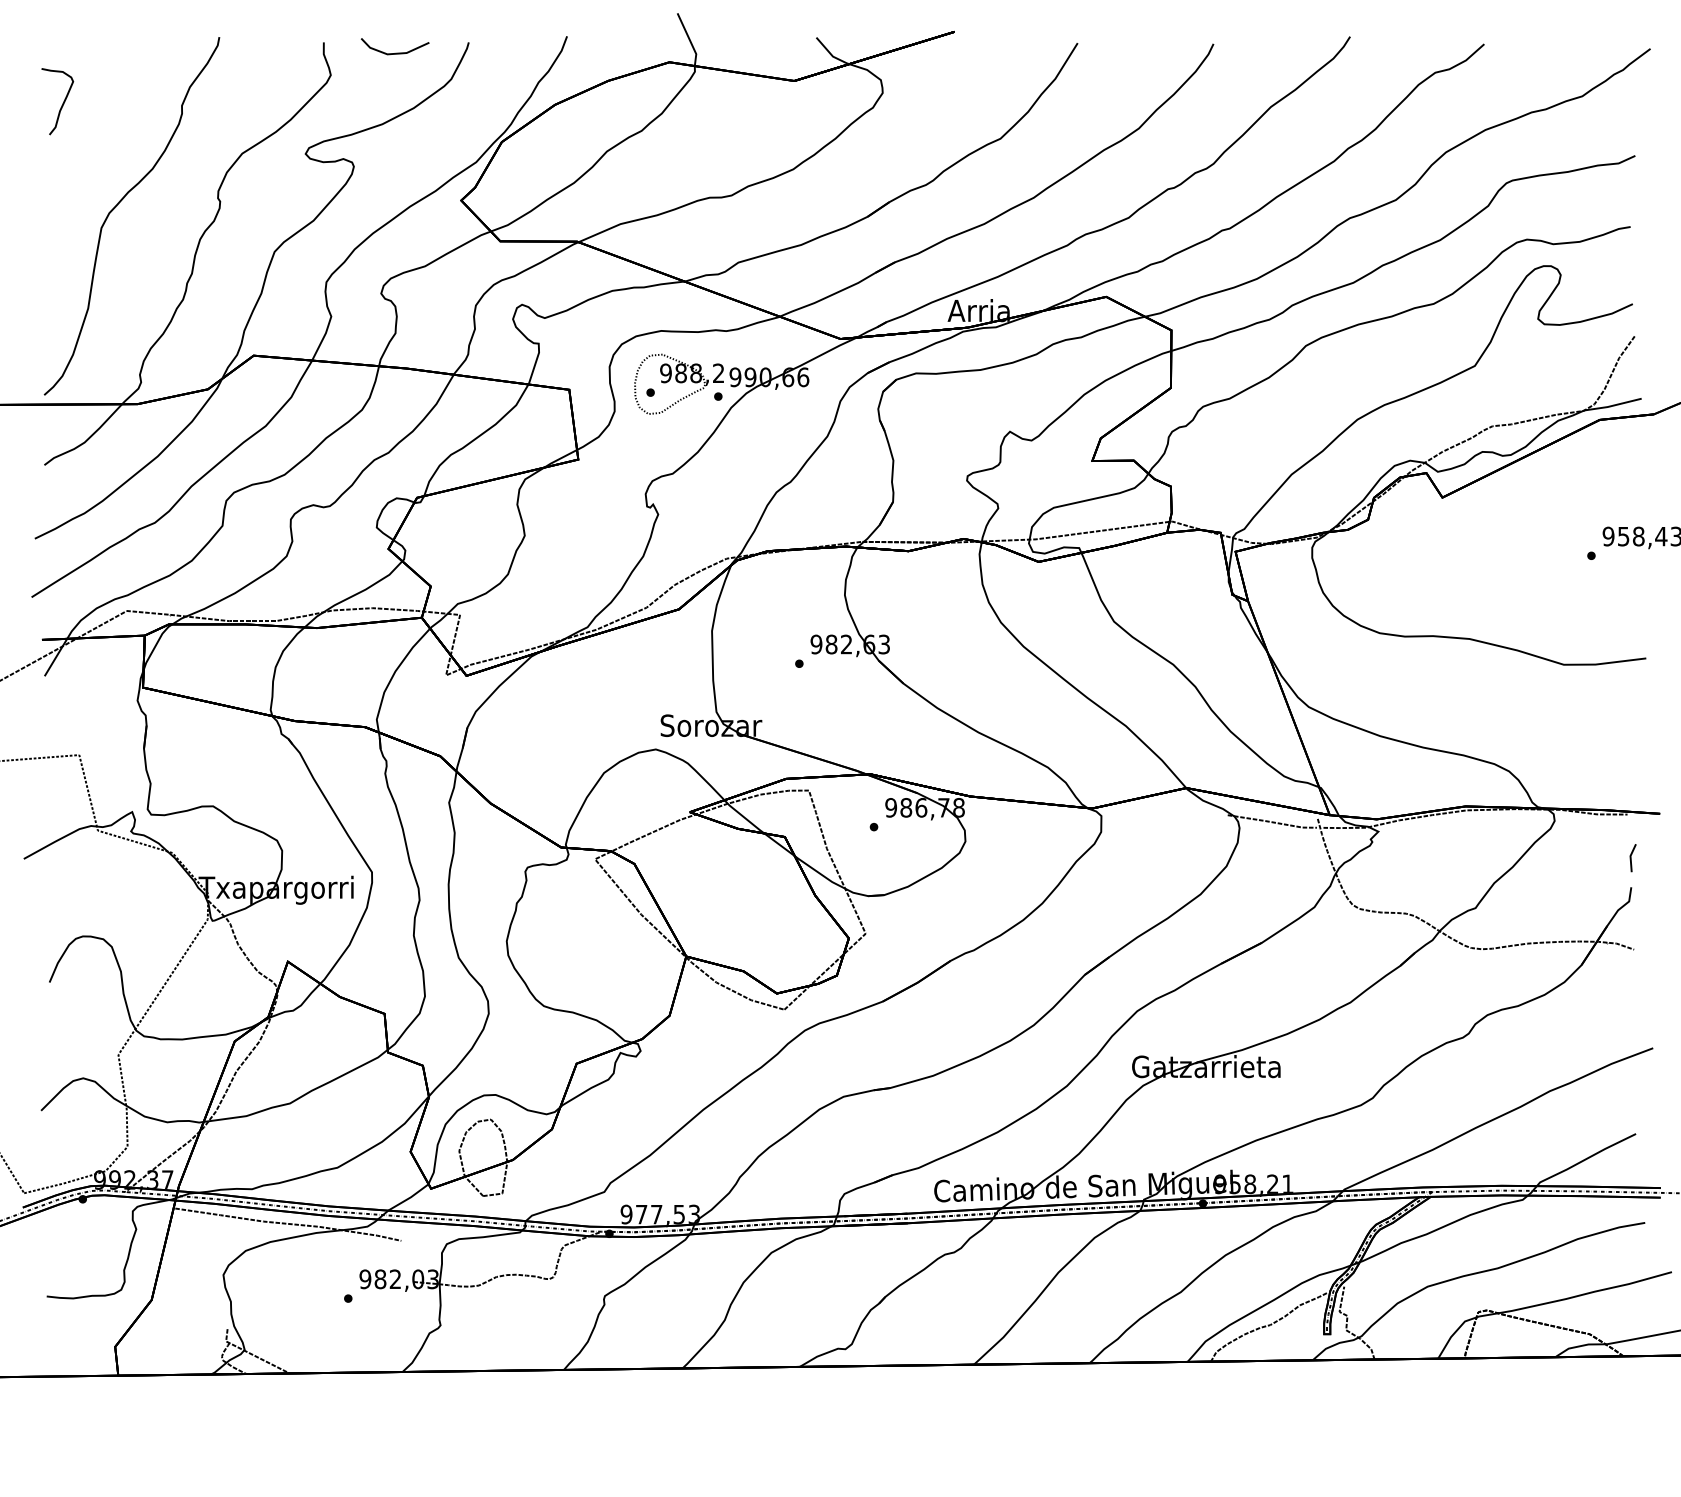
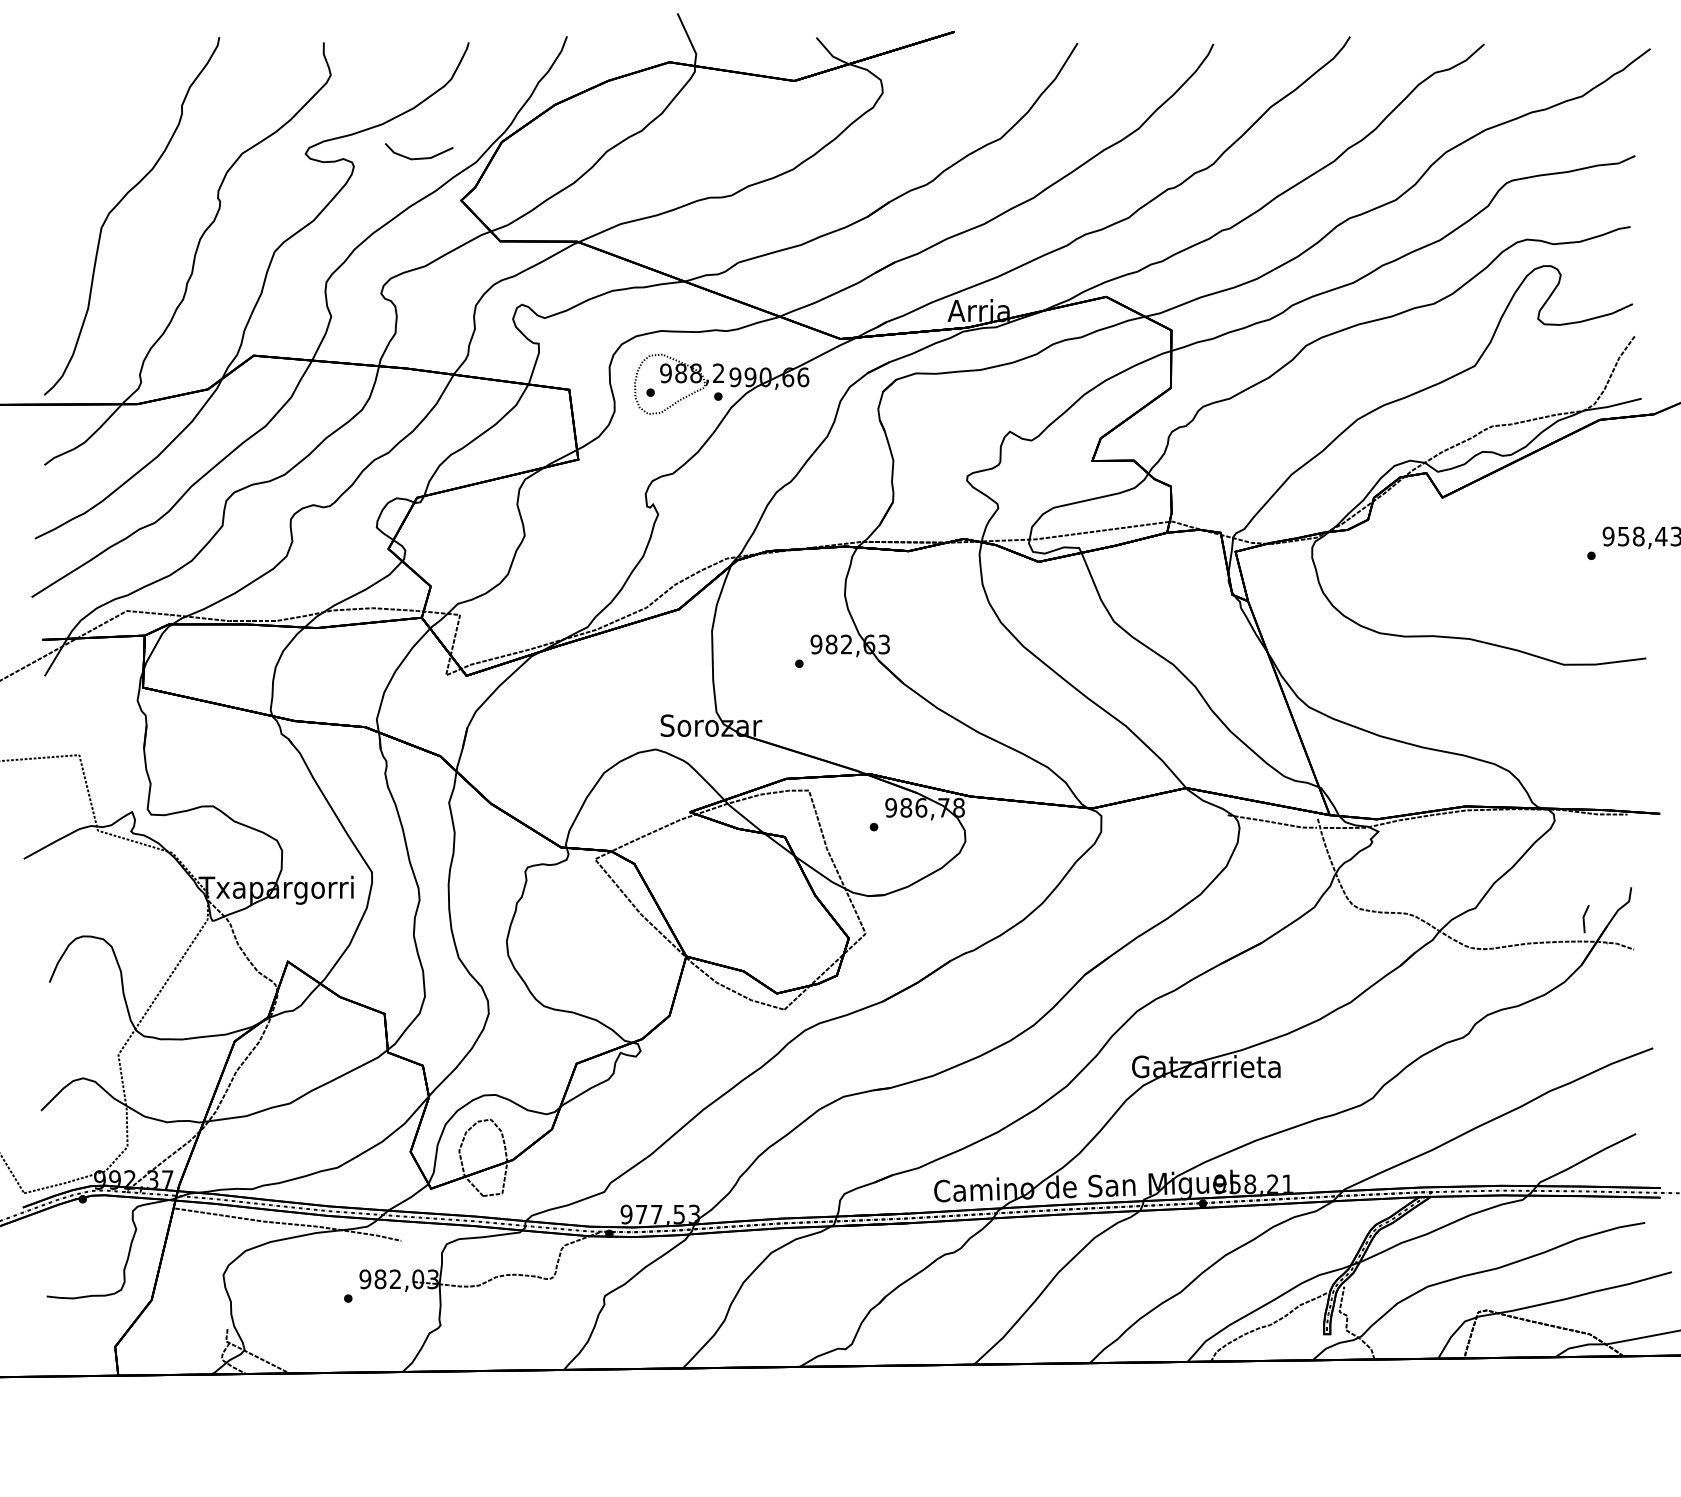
line at (395, 52) position: (395, 52) -> (419, 157)
curve at (62, 103): present -> none
line at (1631, 858) position: (1631, 858) -> (1584, 919)
